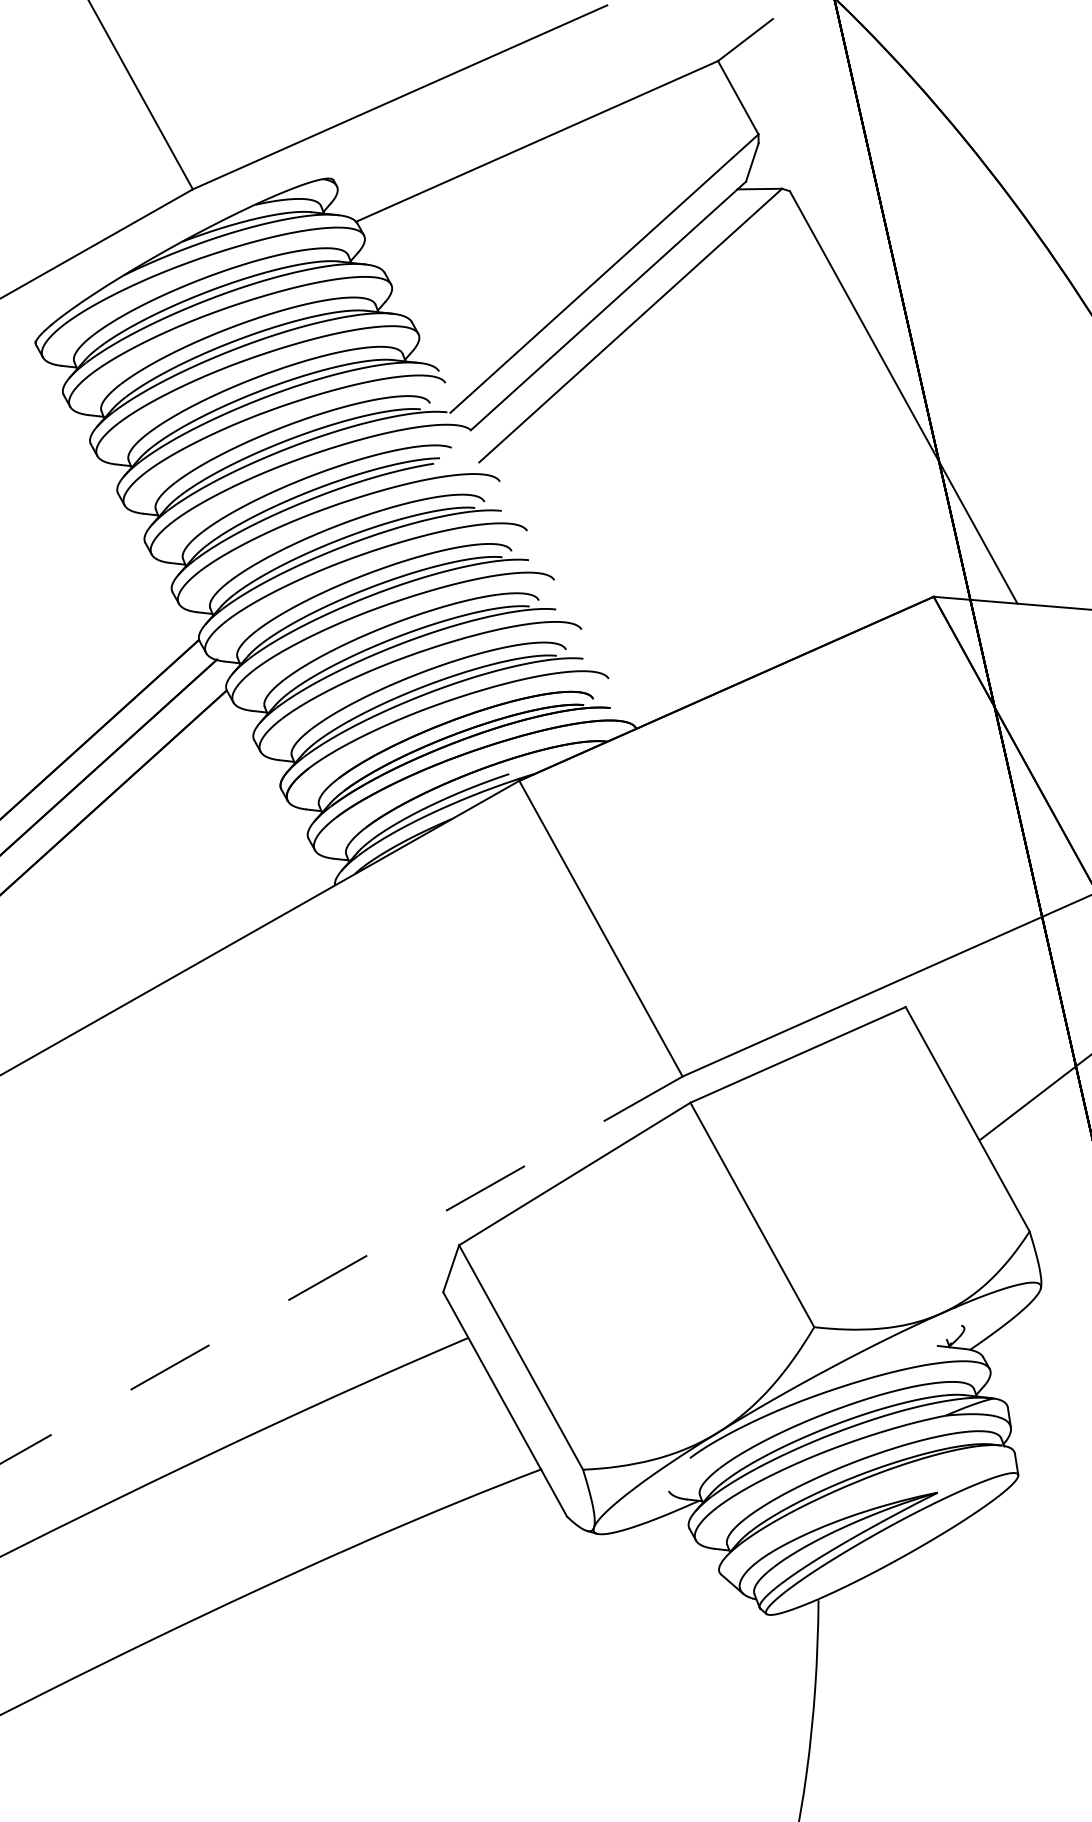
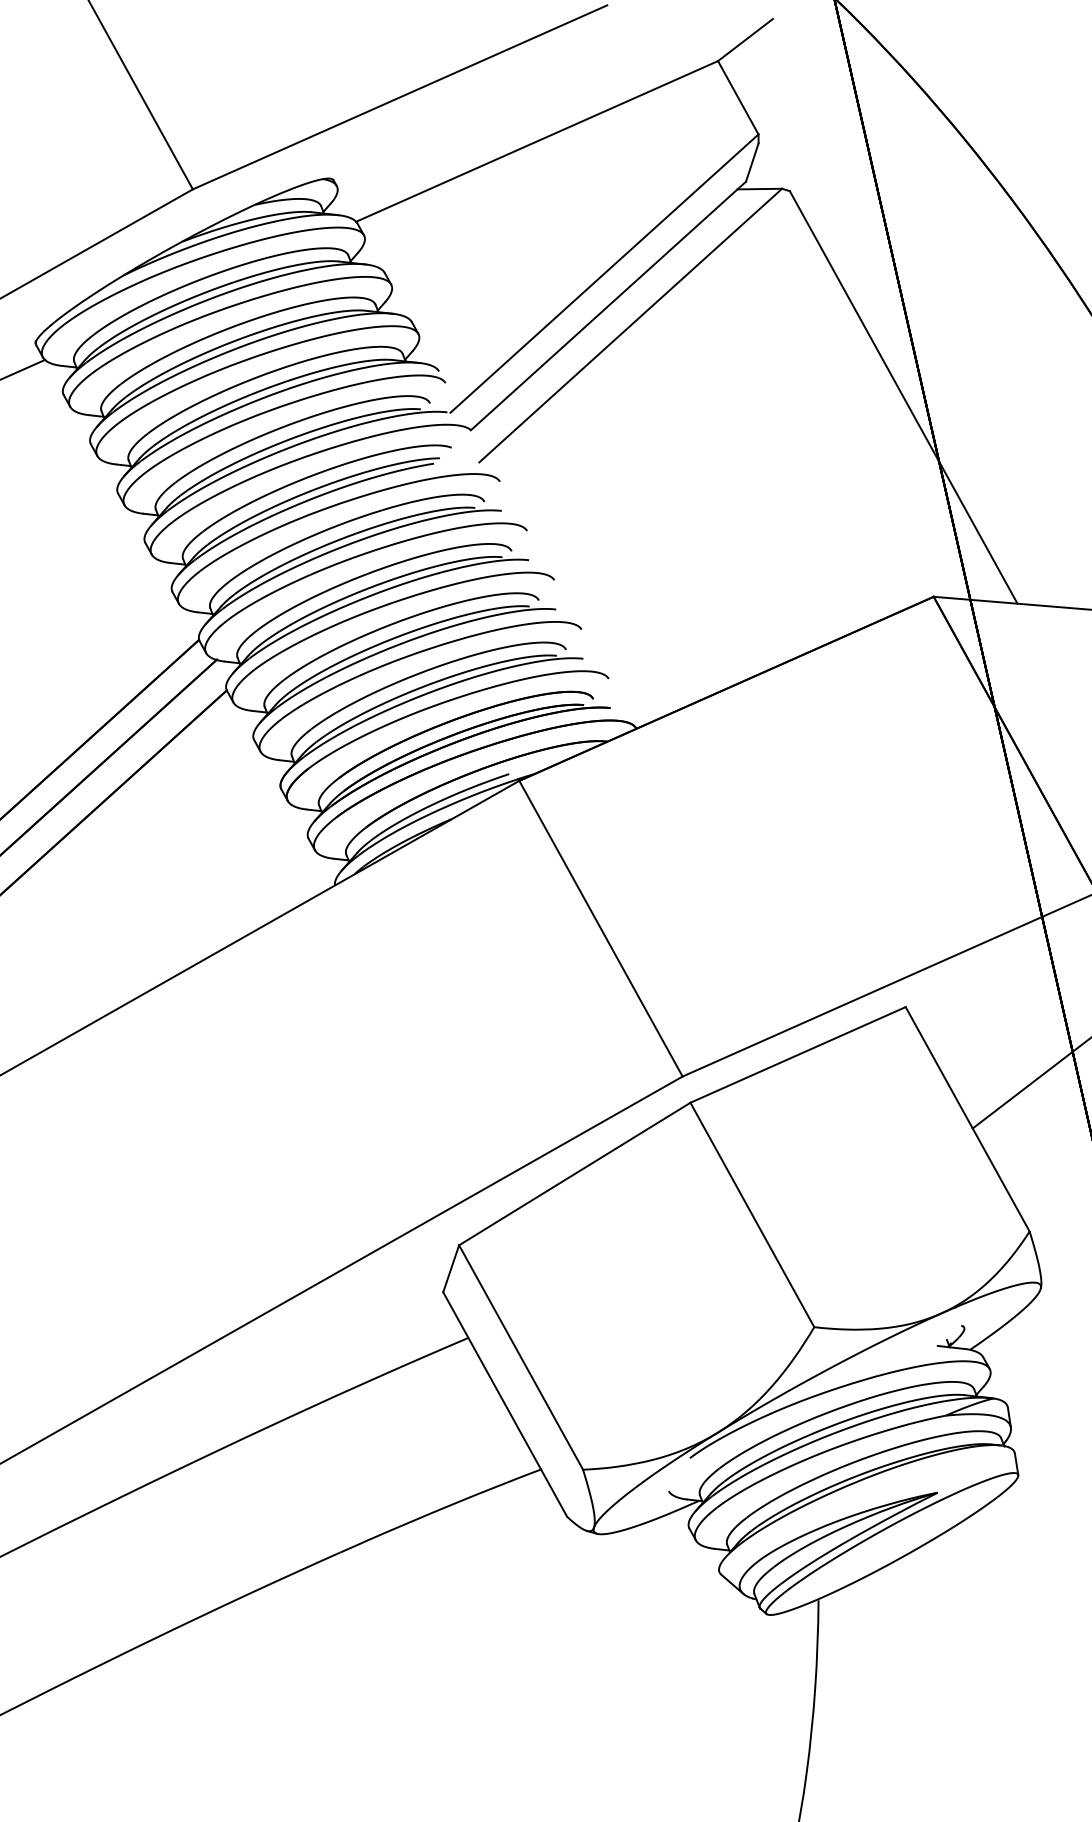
line at (23, 368): none -> present
line at (1034, 1097) position: (1034, 1097) -> (1030, 1083)
line at (341, 1270): dashed -> solid
